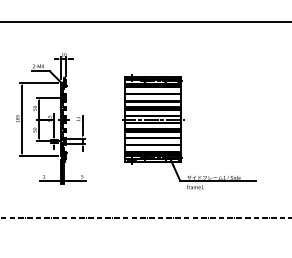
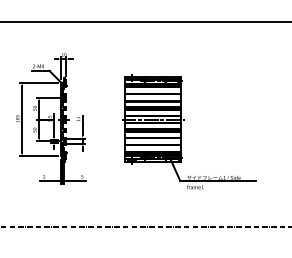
line at (145, 218) position: (145, 218) -> (145, 227)
